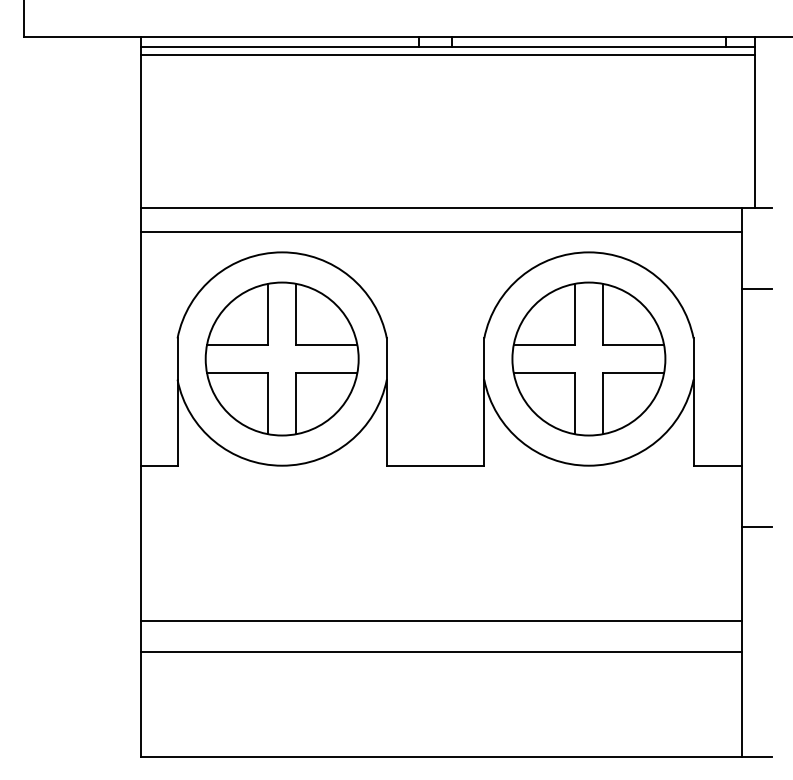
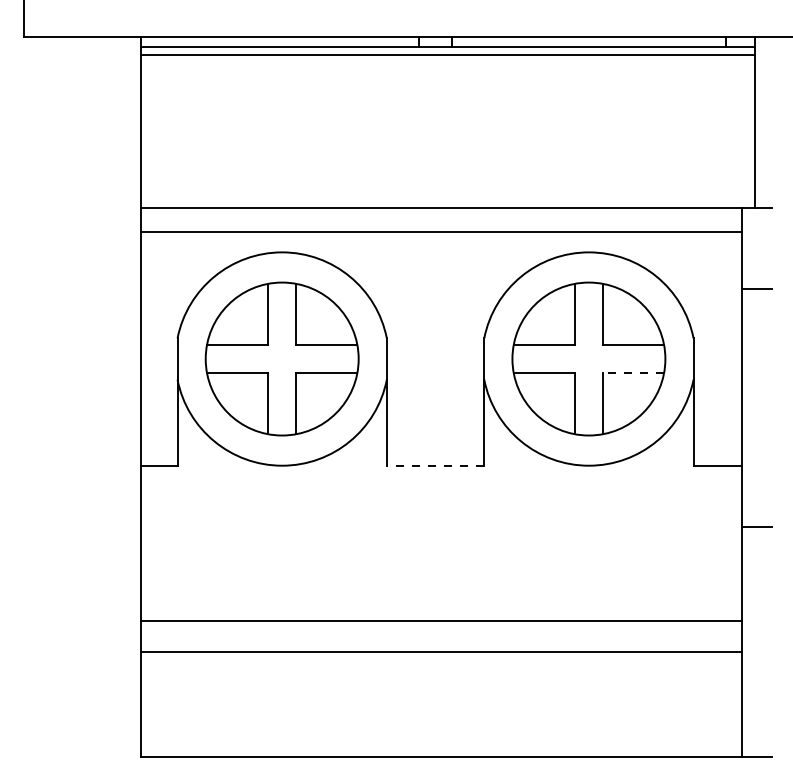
line at (633, 373): solid -> dashed
line at (435, 465): solid -> dashed
